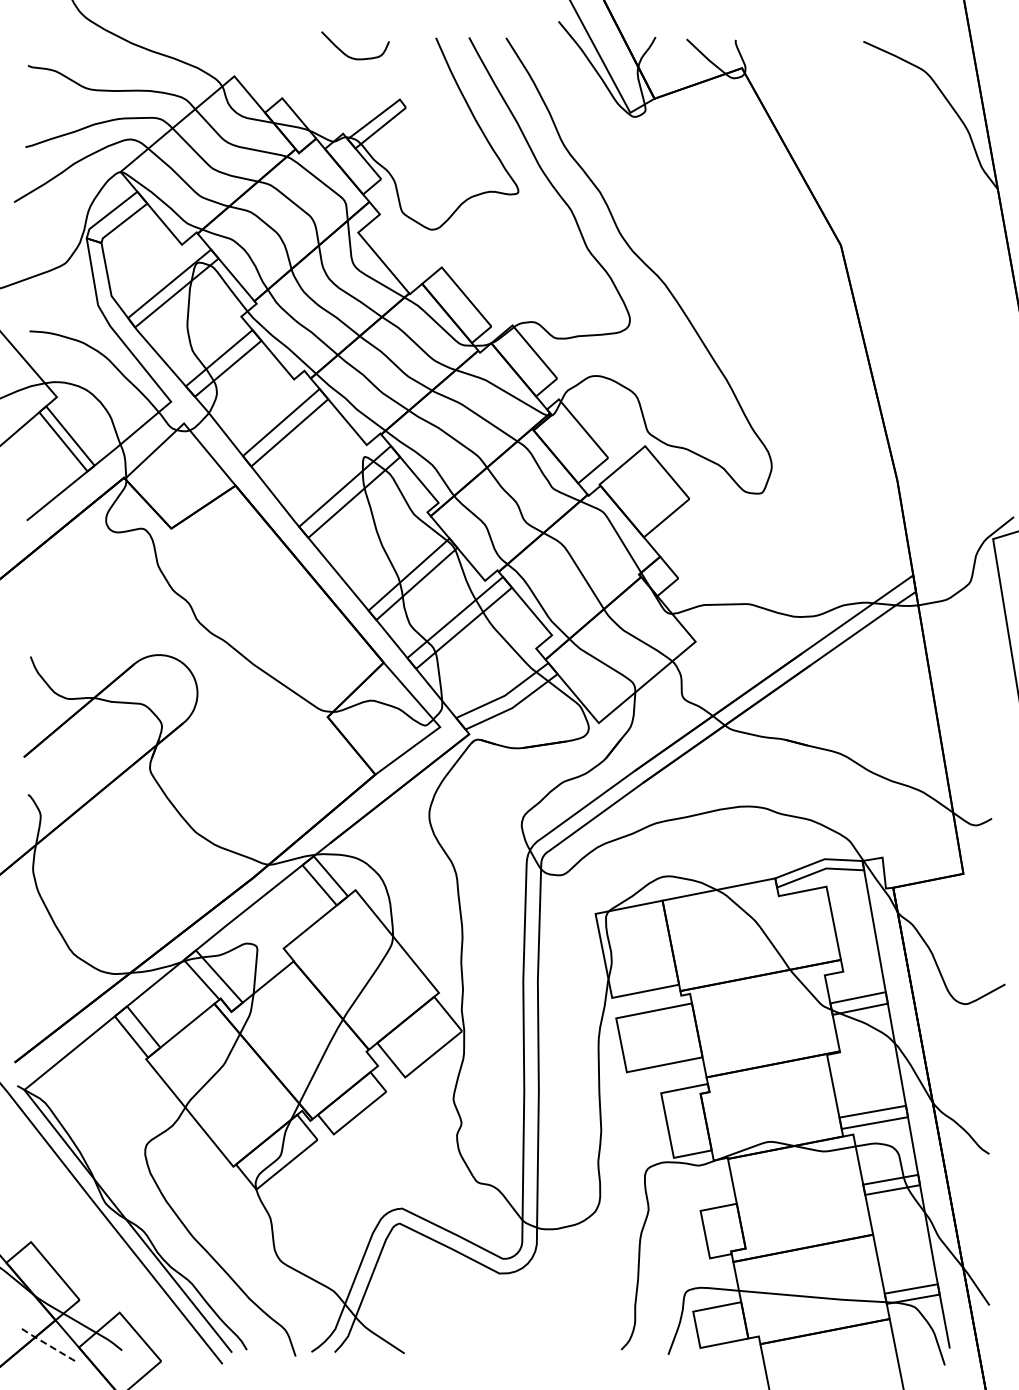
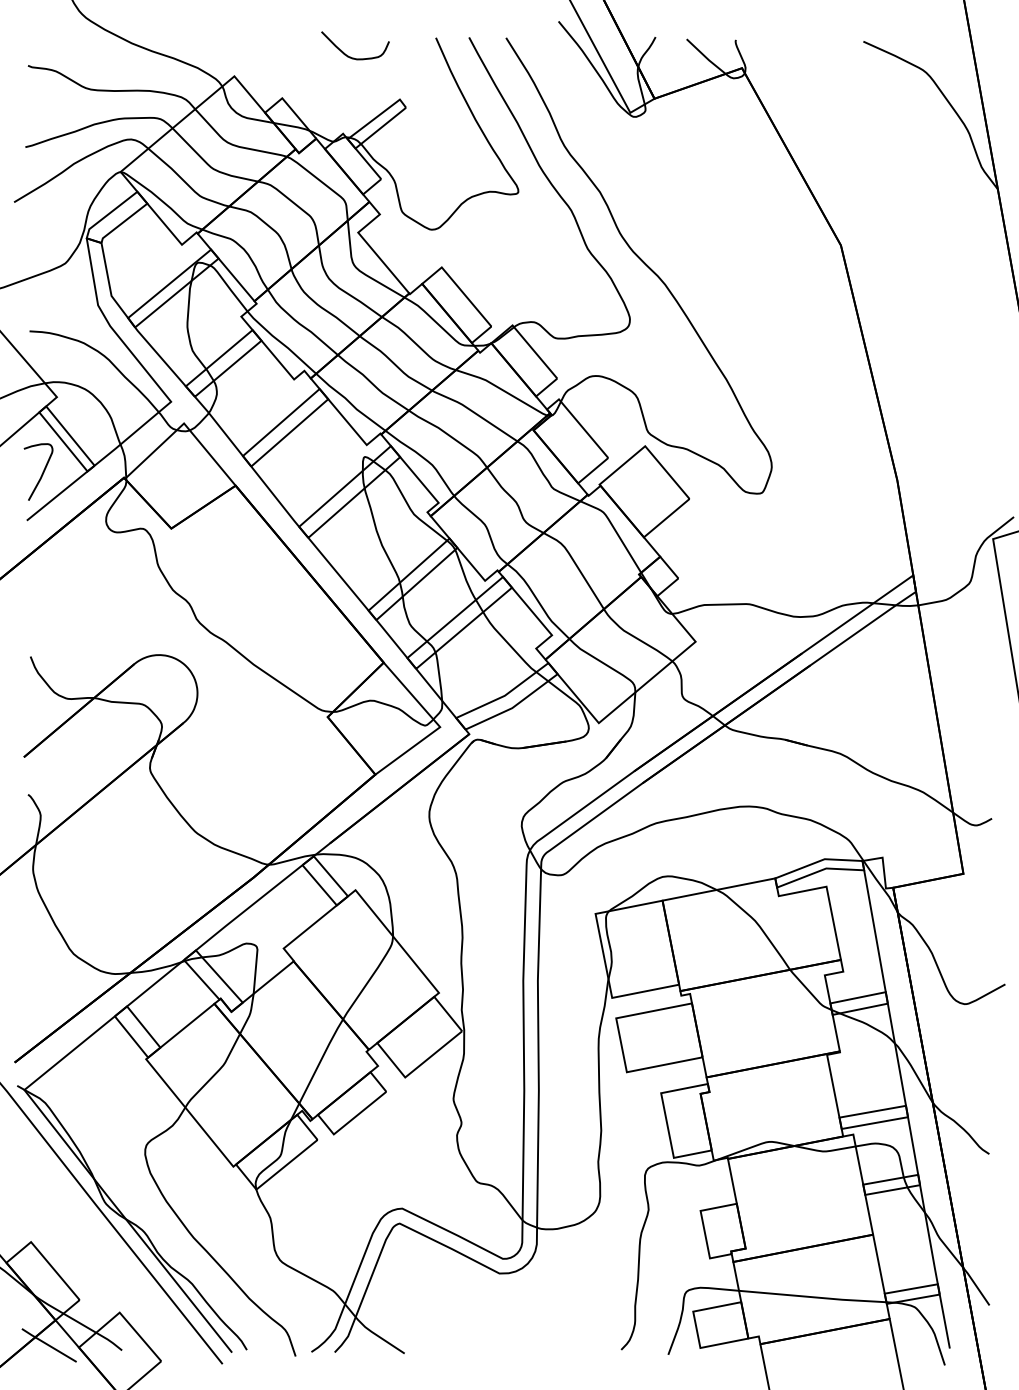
curve at (42, 471): none -> present
line at (48, 1345): dashed -> solid
